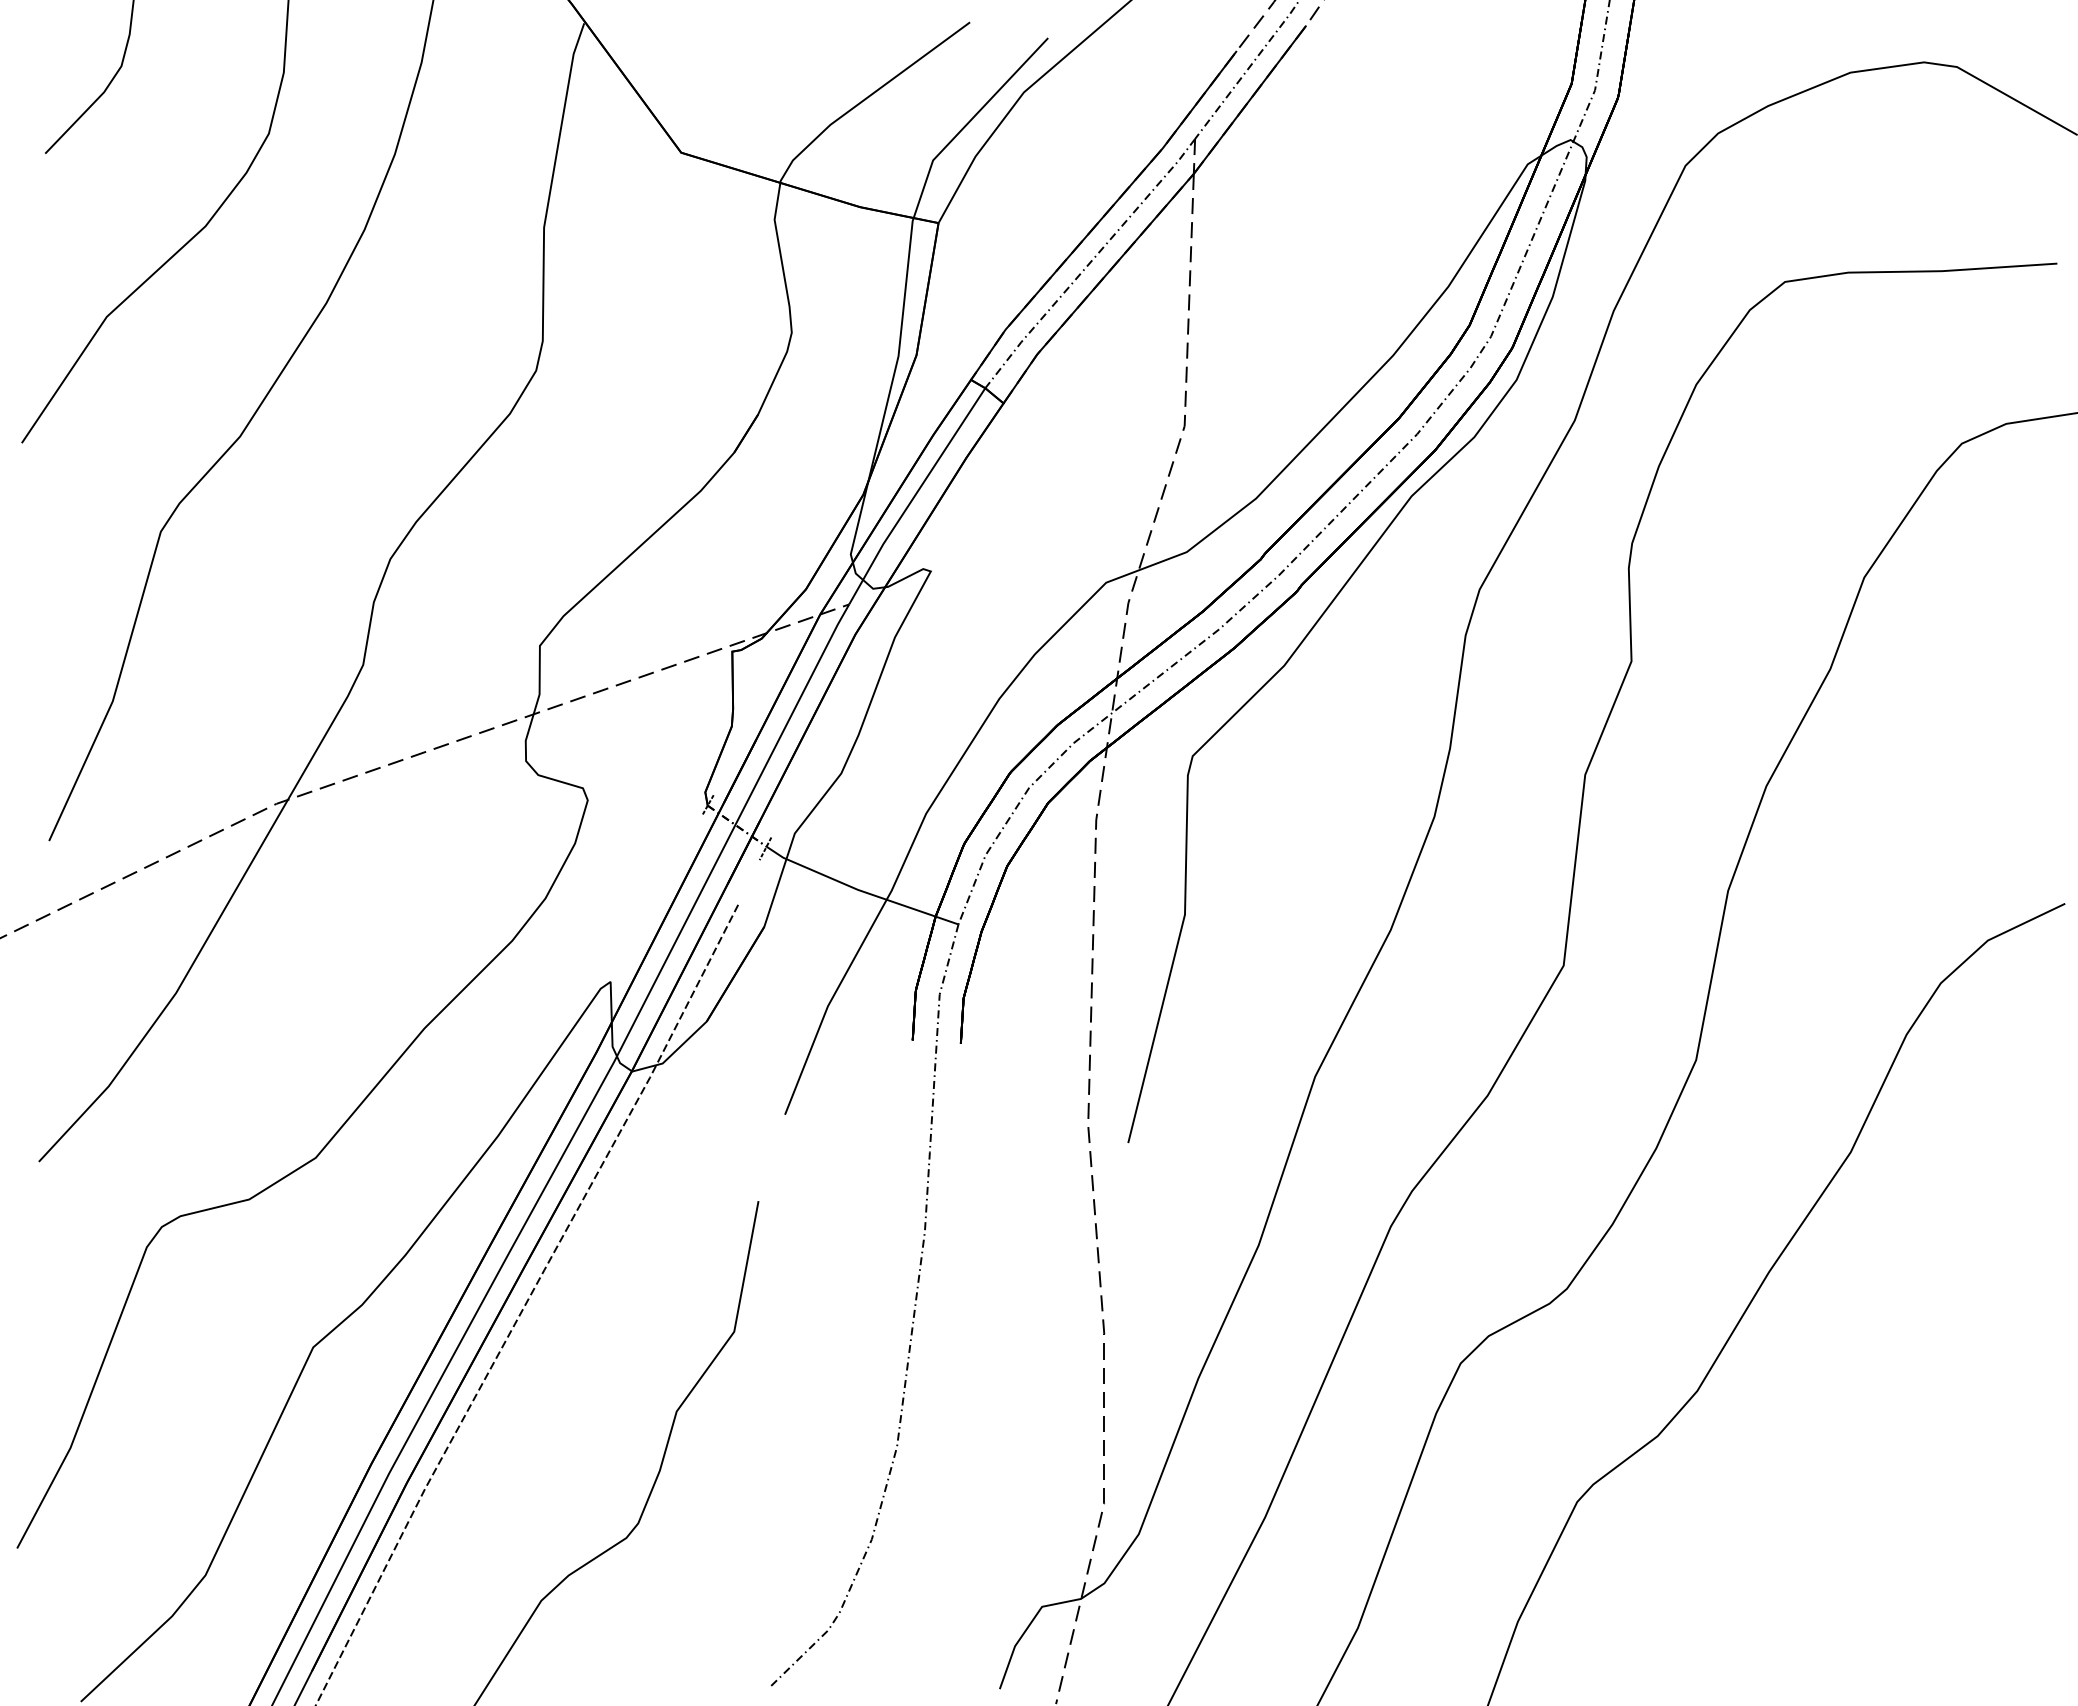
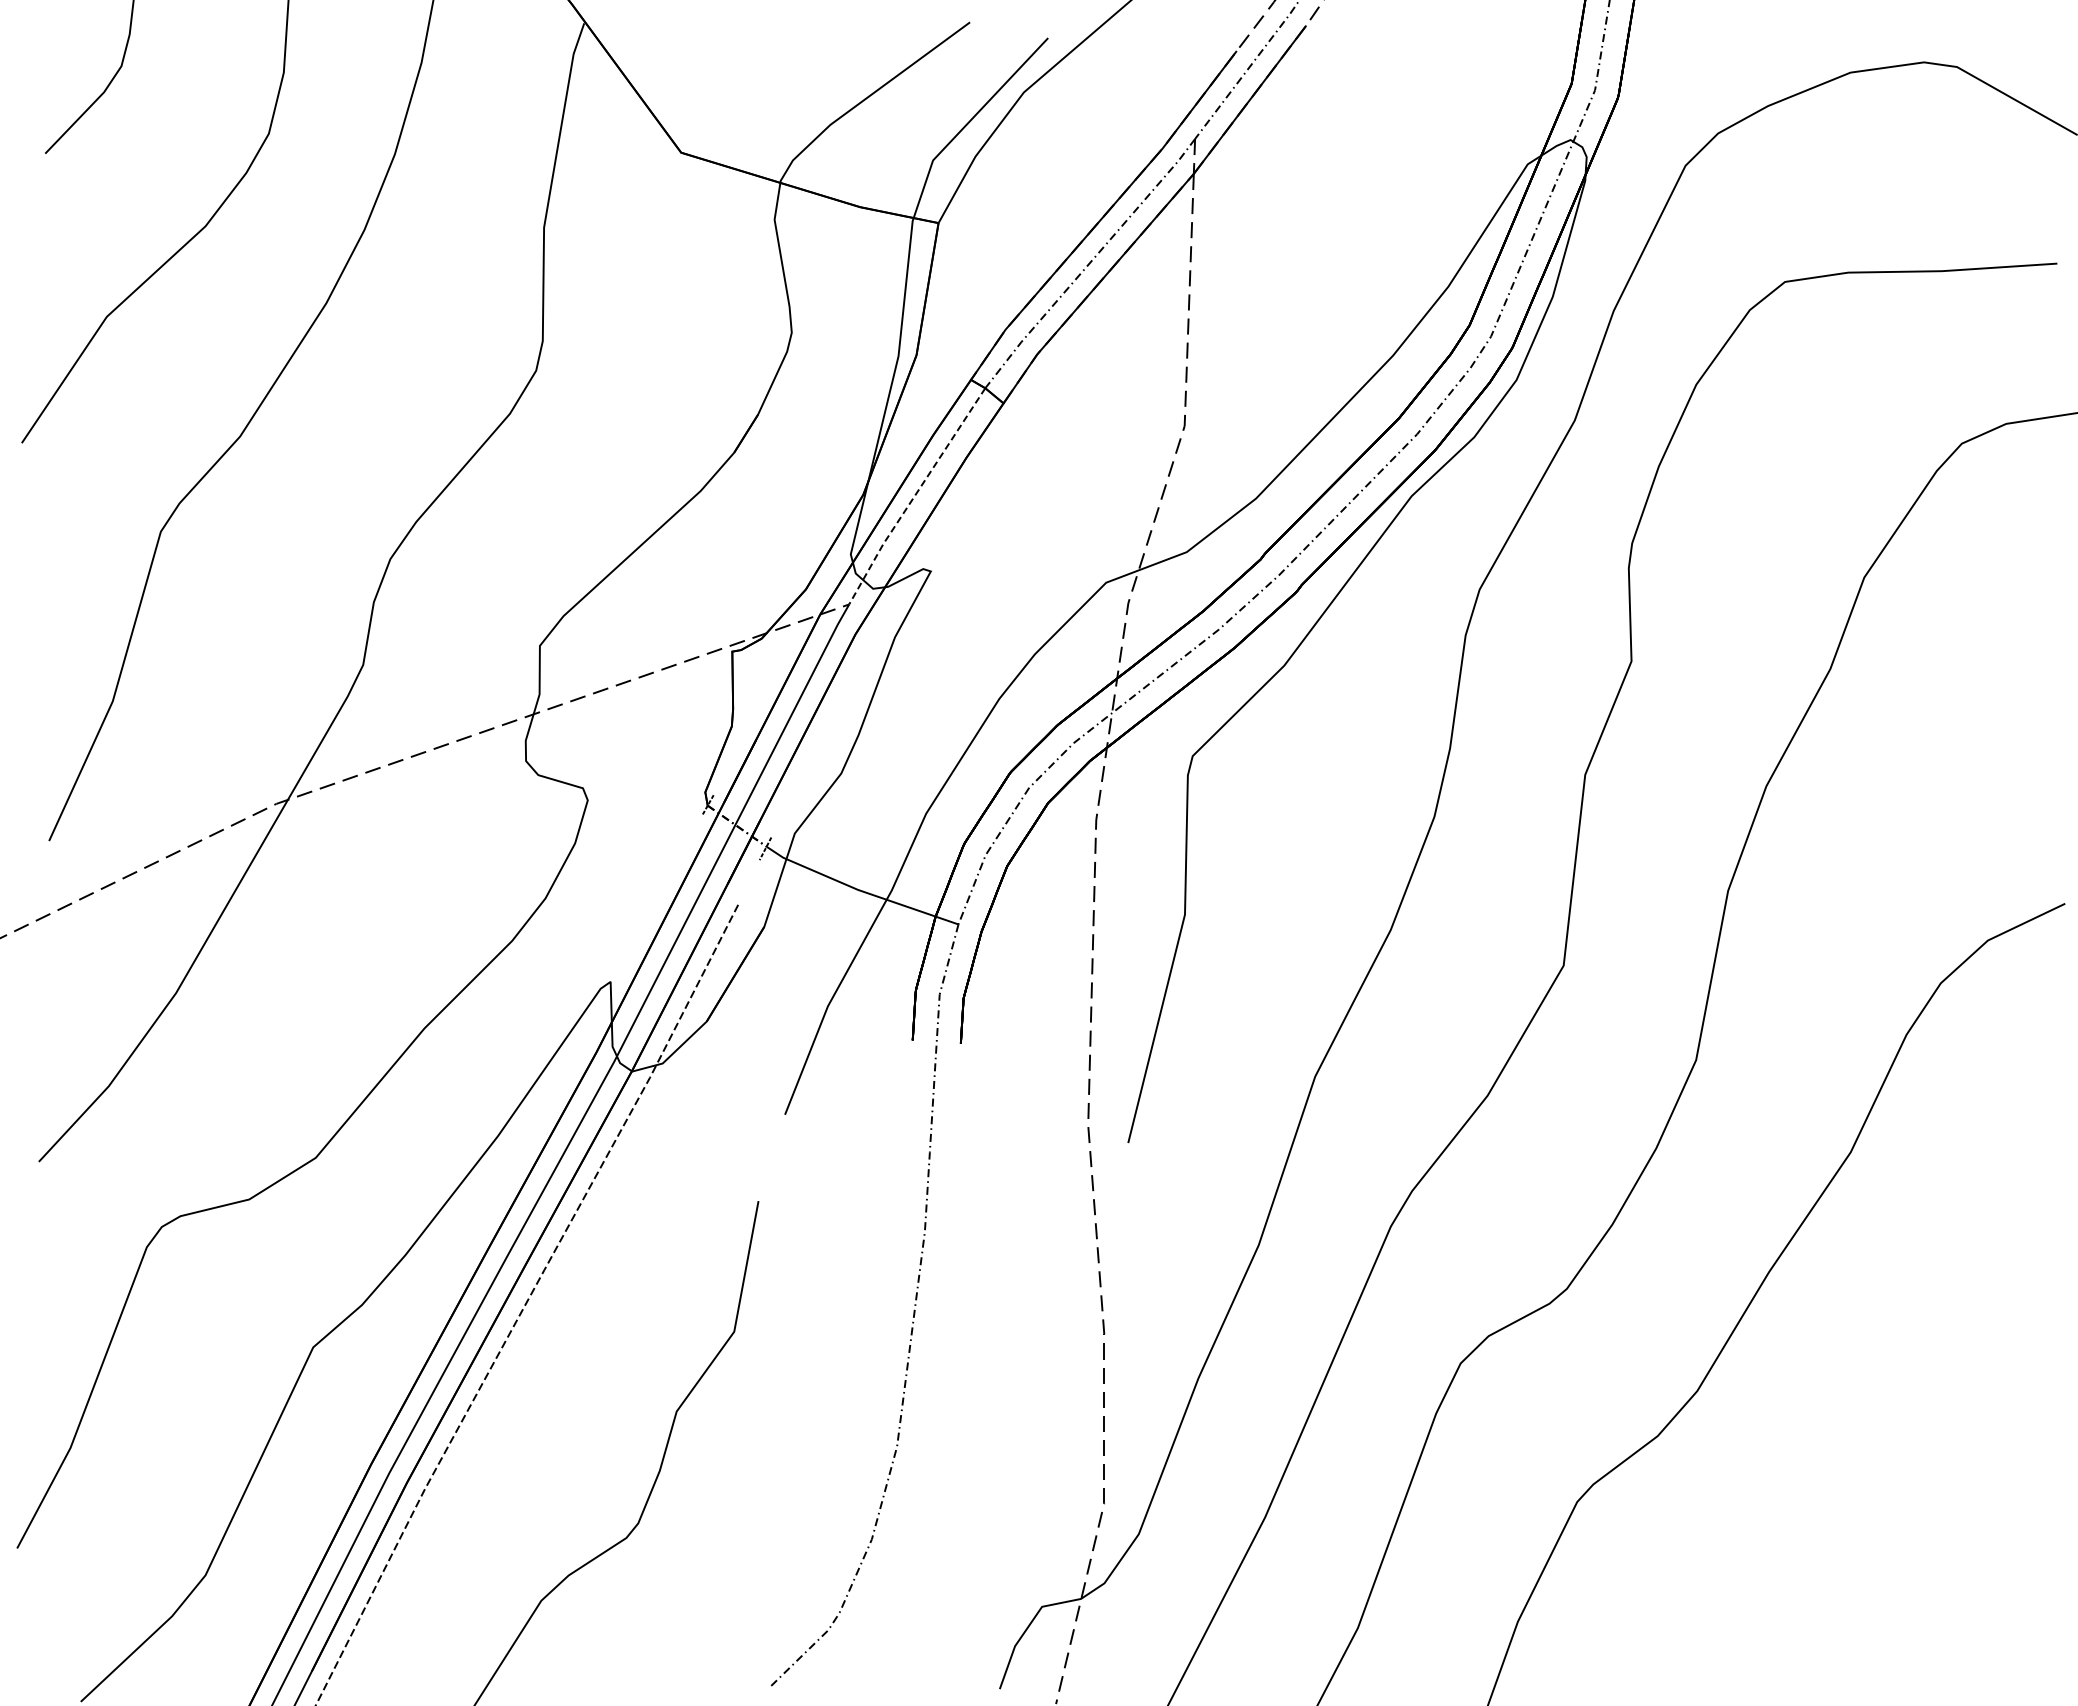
line at (914, 495): solid -> dashed
